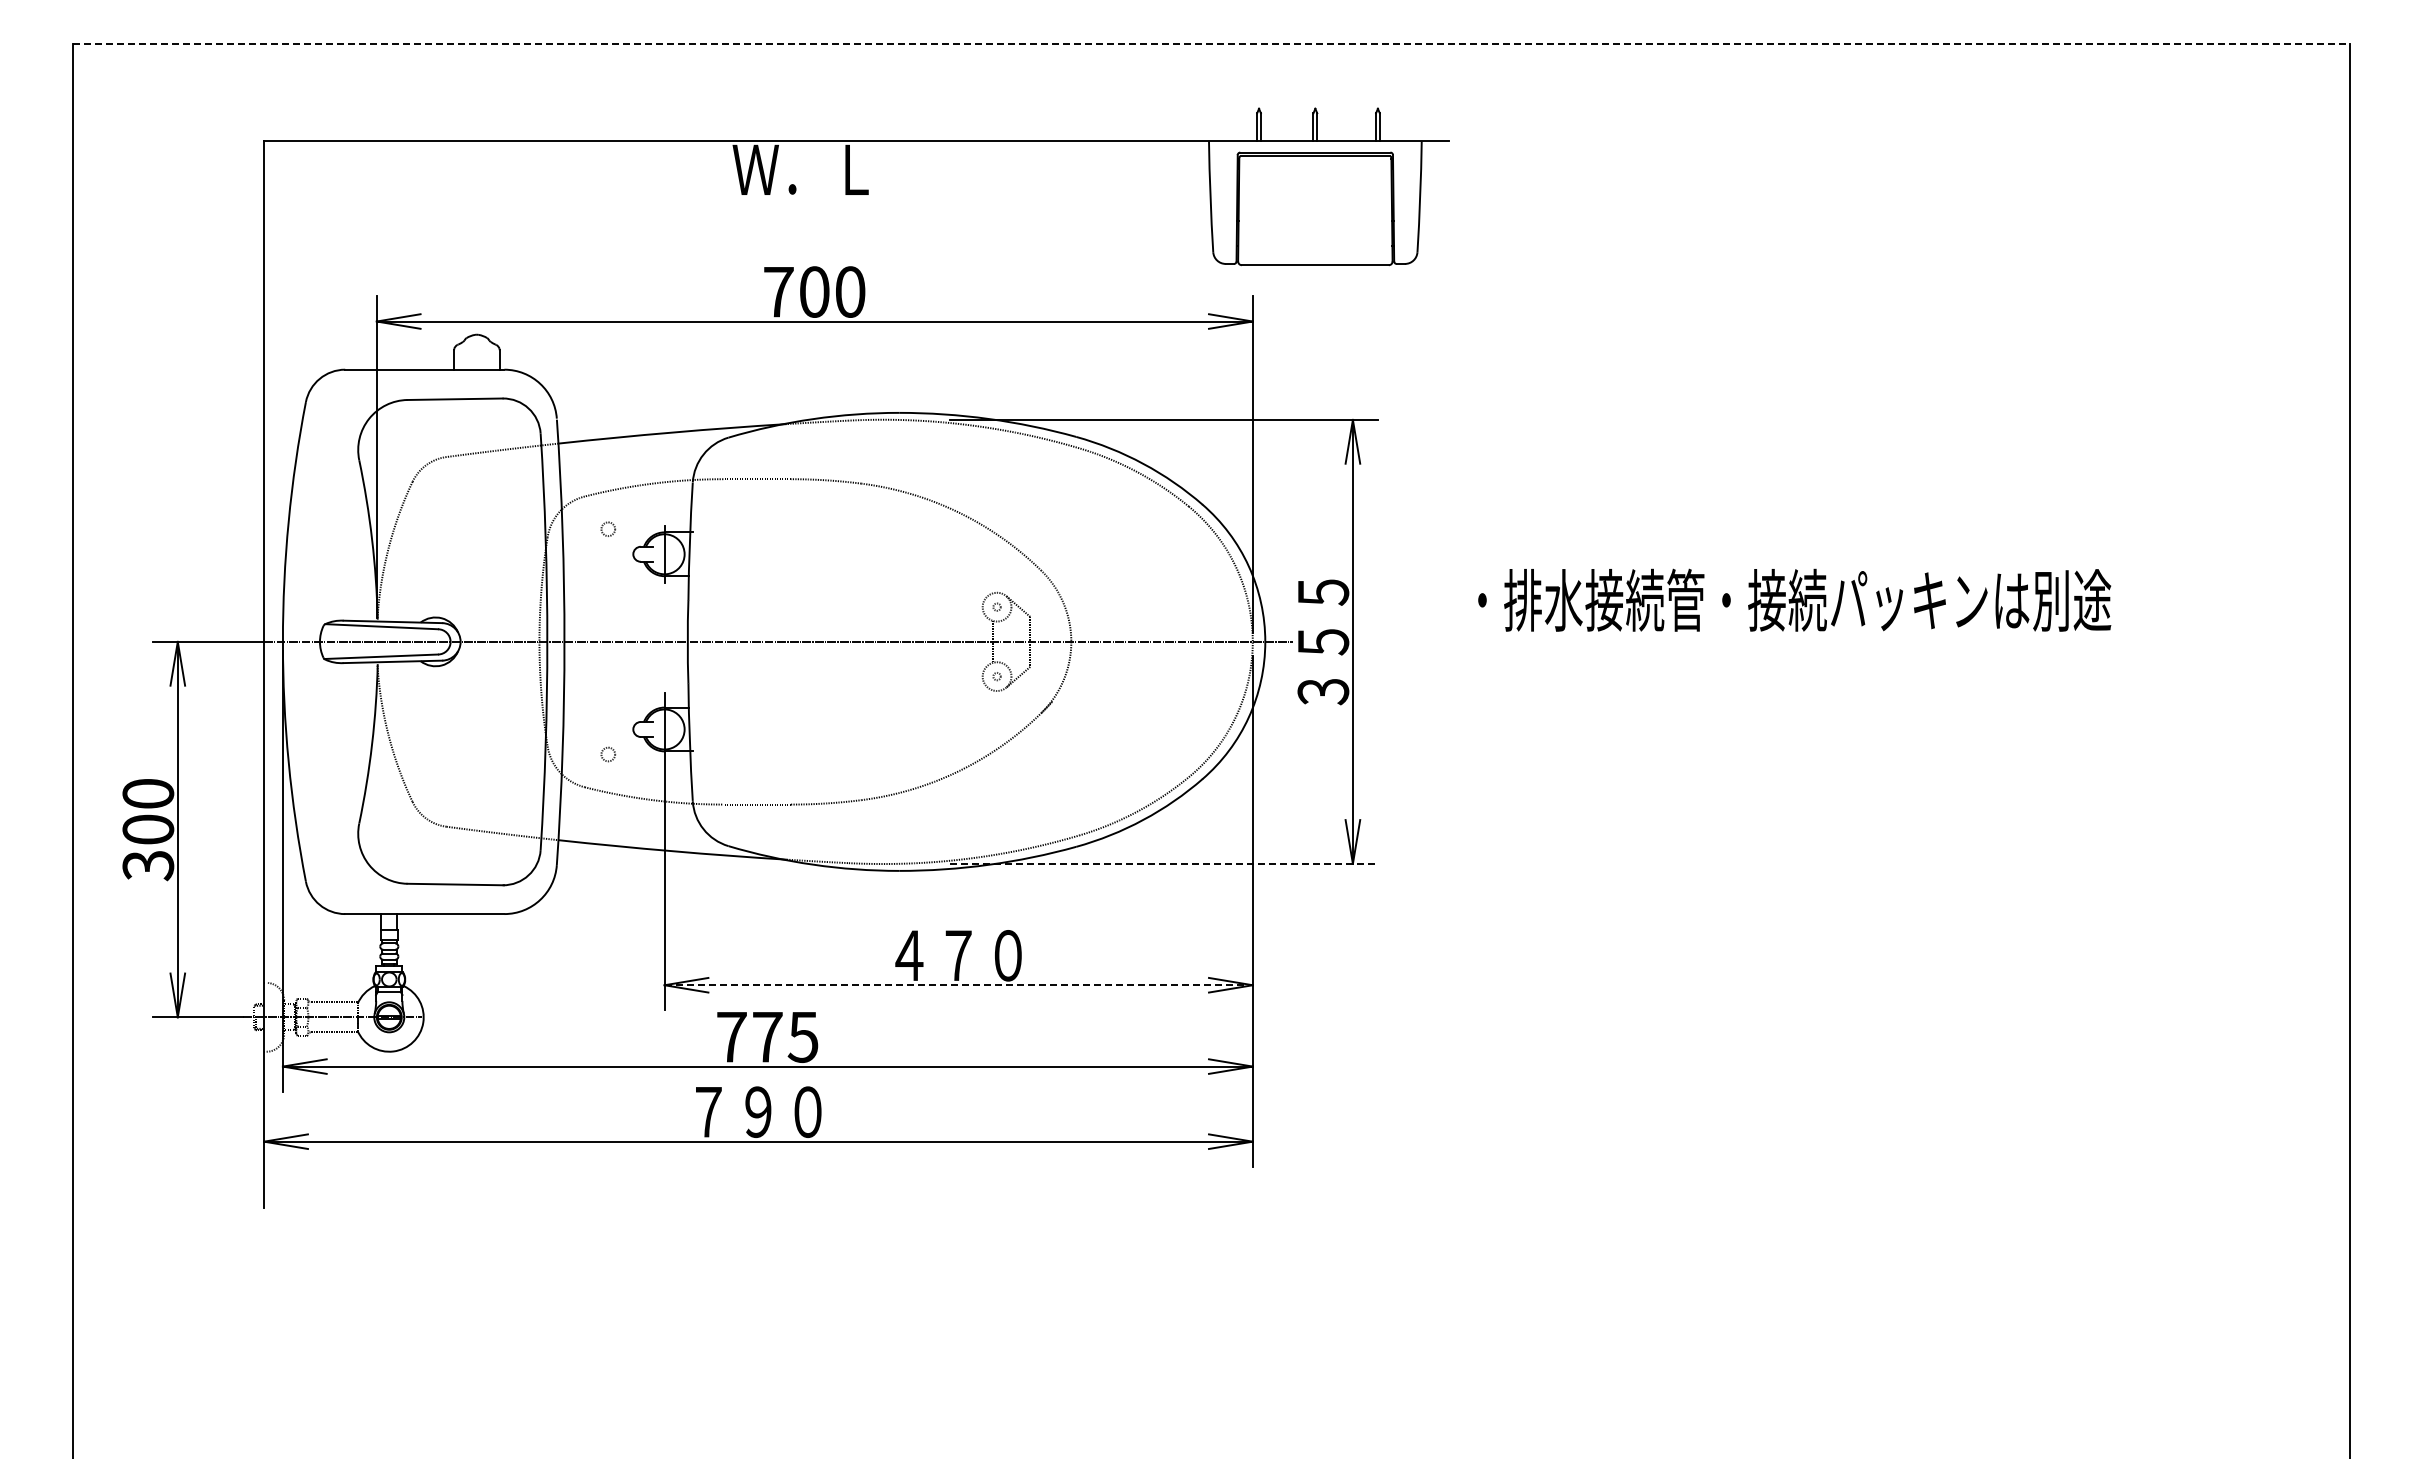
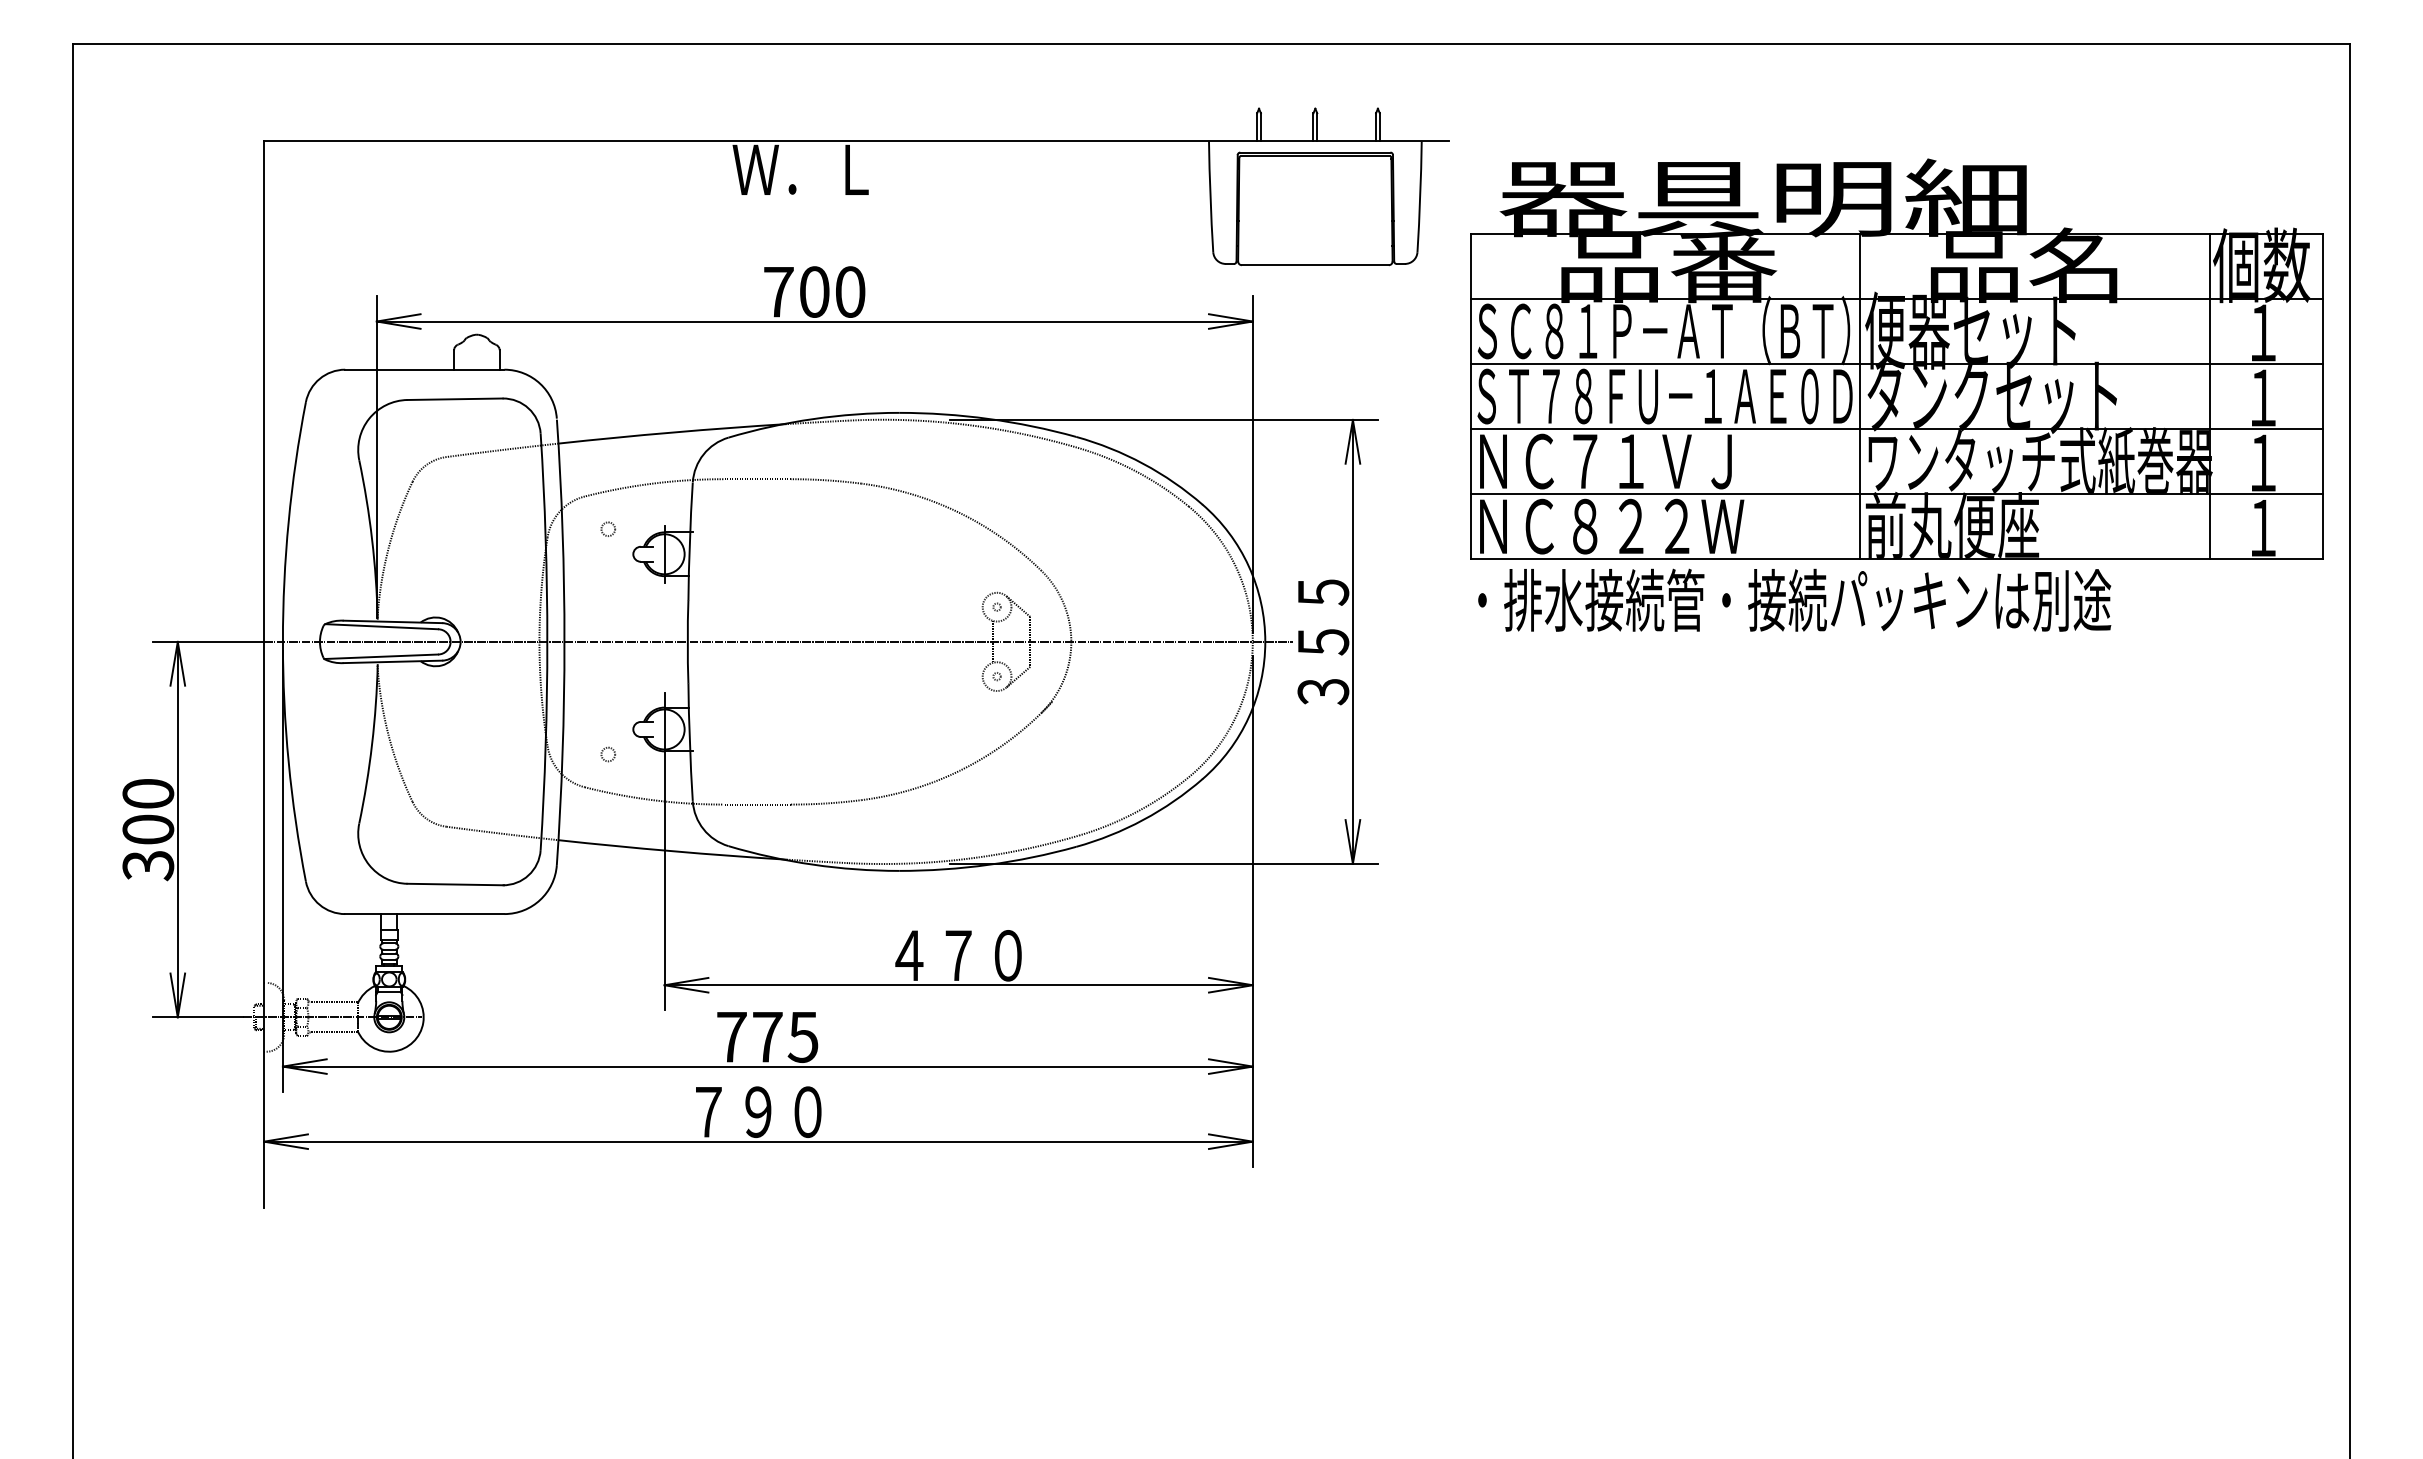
line at (1211, 43): dashed -> solid
part at (1896, 358): none -> present
line at (1164, 863): dashed -> solid
line at (959, 985): dashed -> solid
